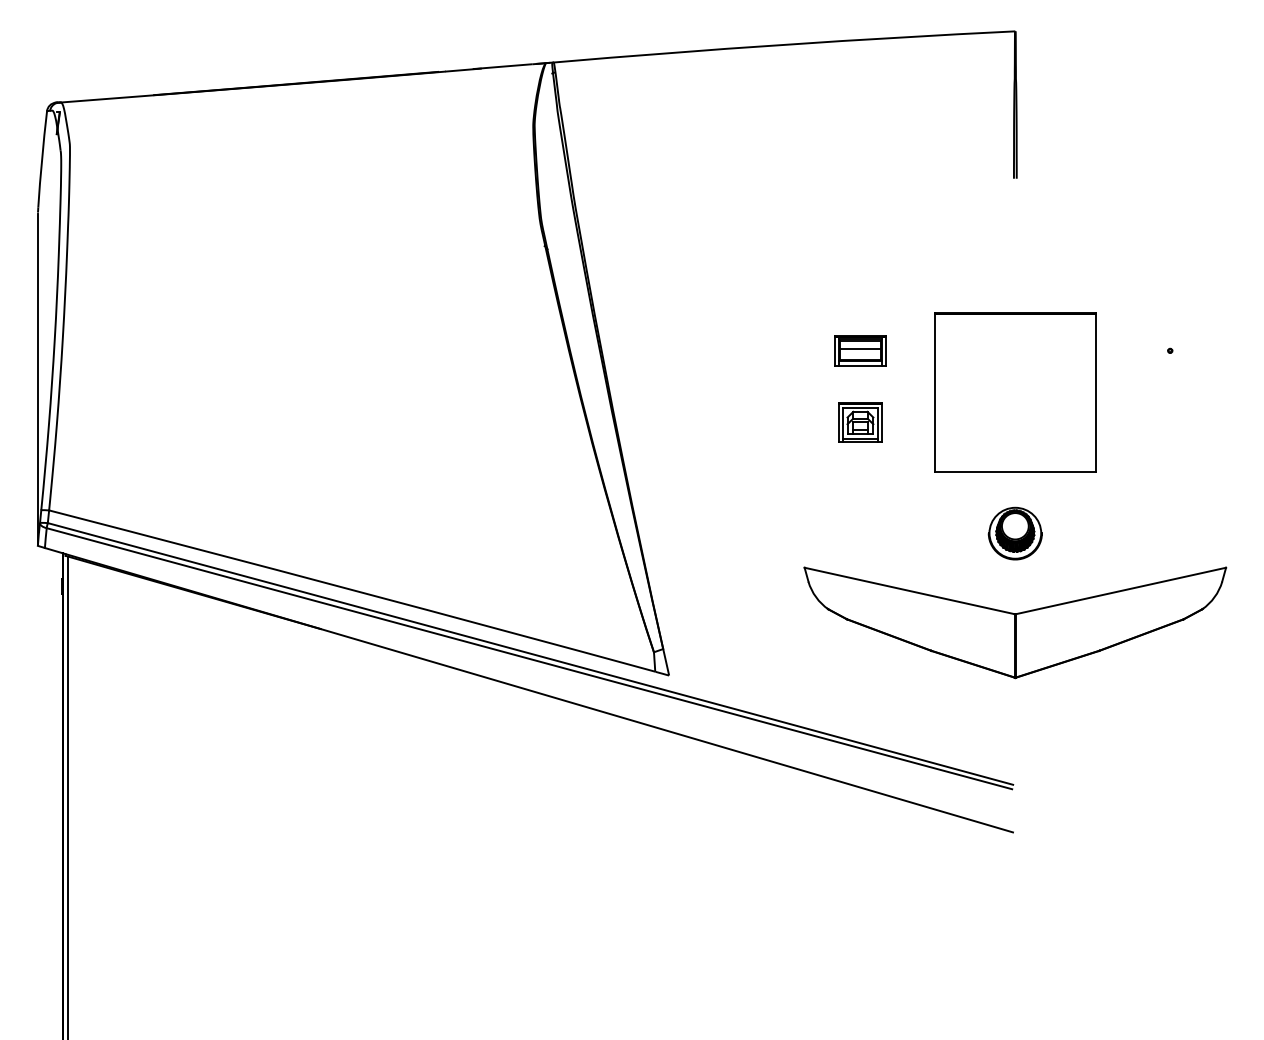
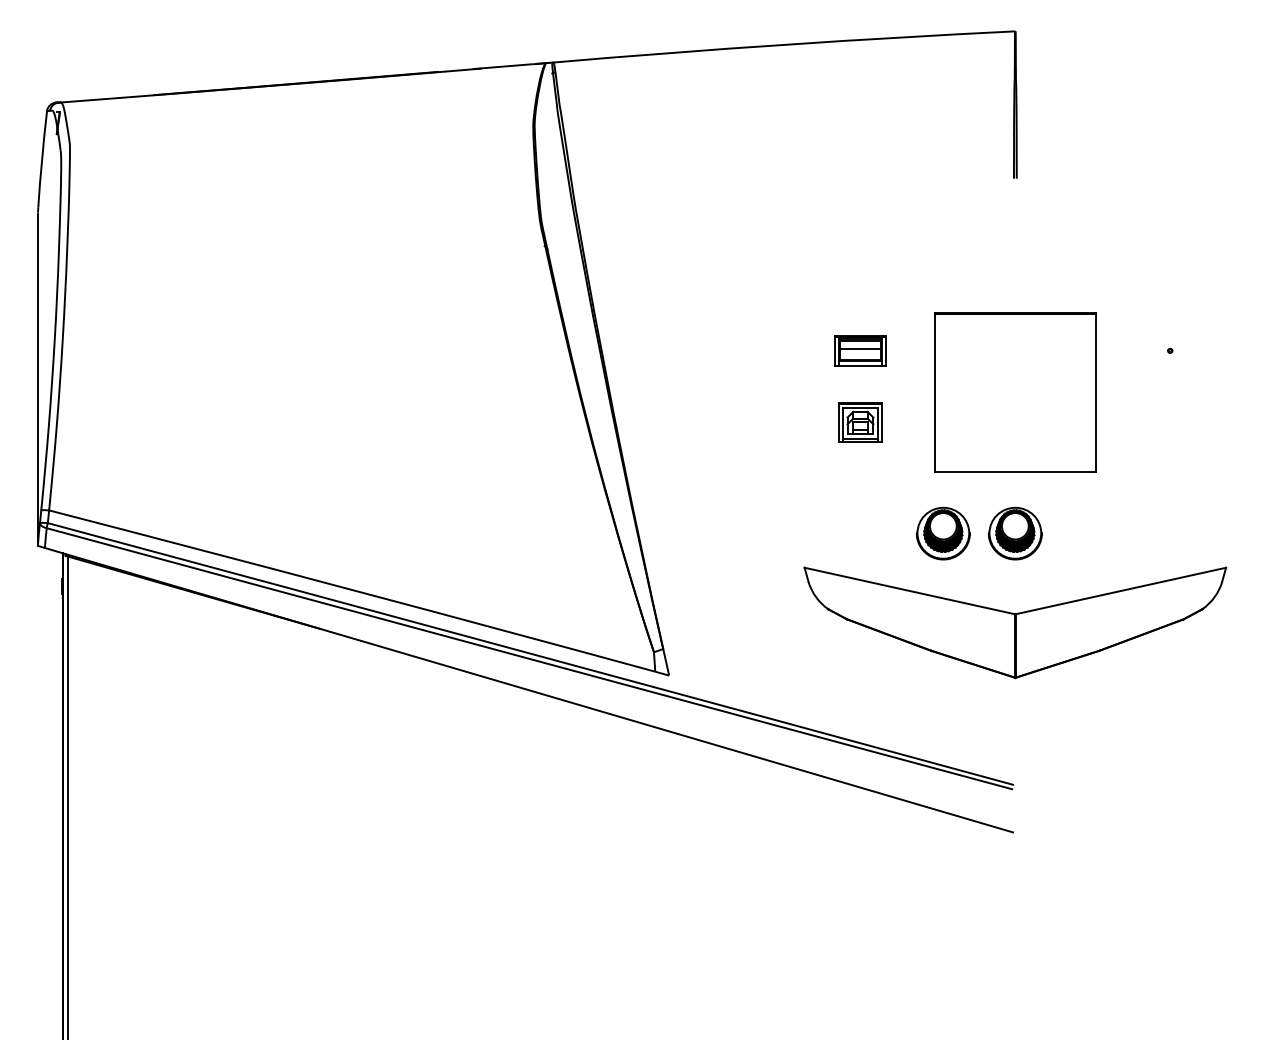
part at (942, 533): none -> present
